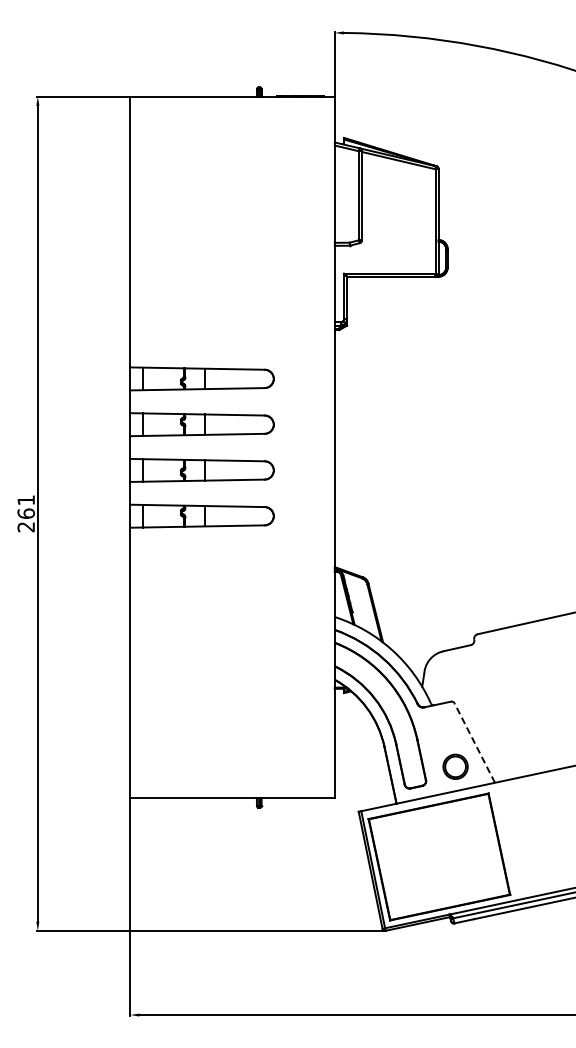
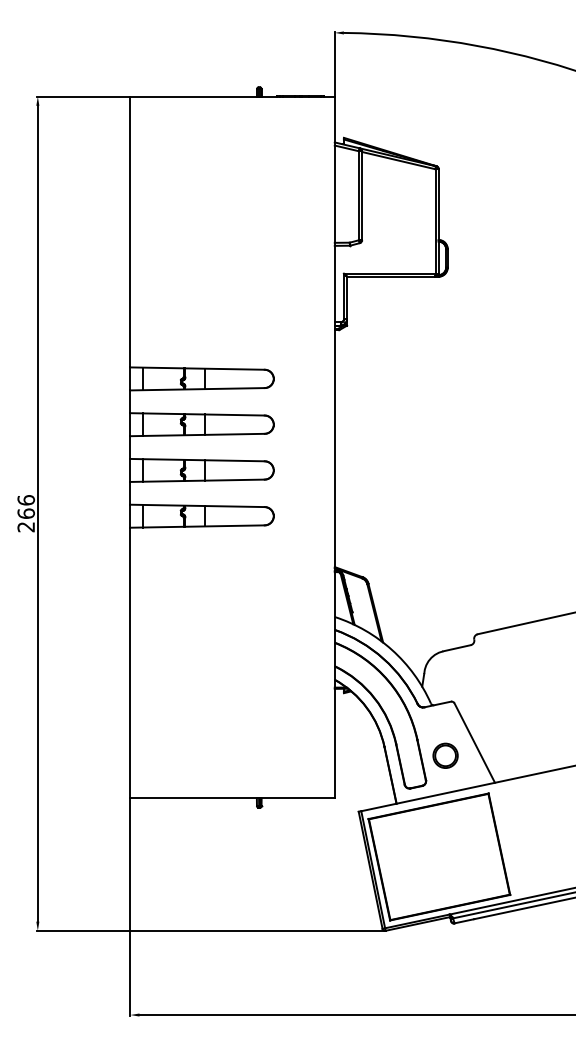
text at (25, 500): 261 -> 266
line at (474, 743): dashed -> solid
part at (455, 766) position: (455, 766) -> (445, 755)
